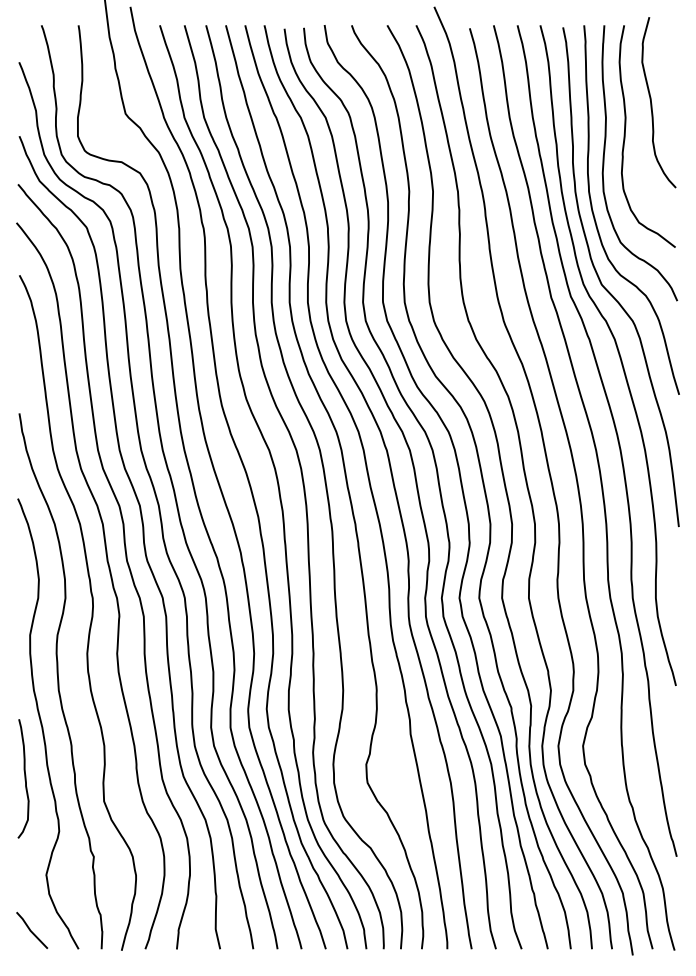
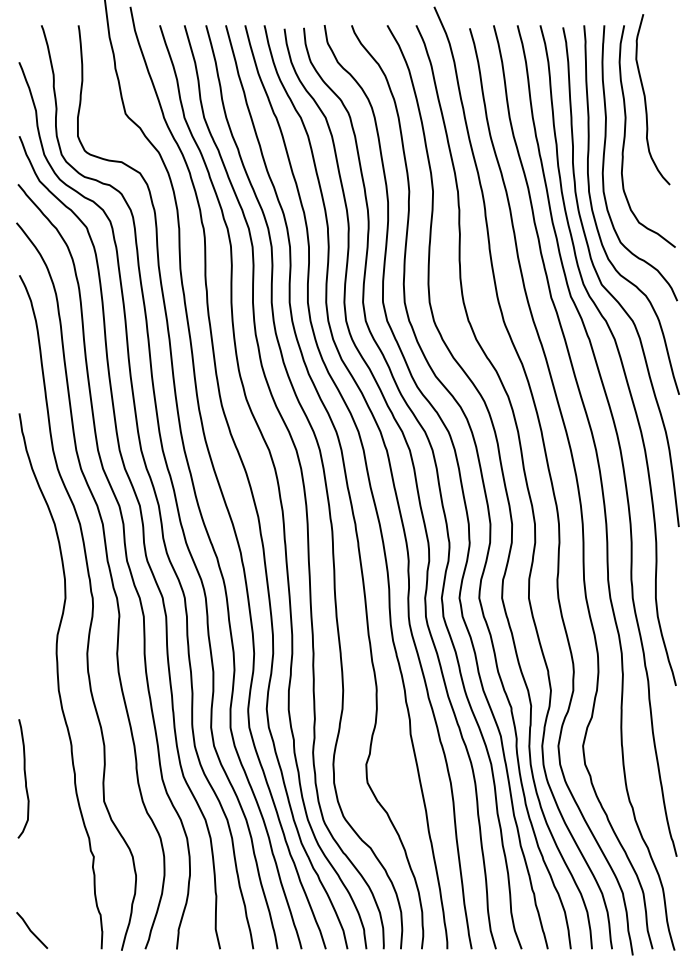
curve at (652, 103) position: (652, 103) -> (646, 100)
curve at (42, 723): present -> none
